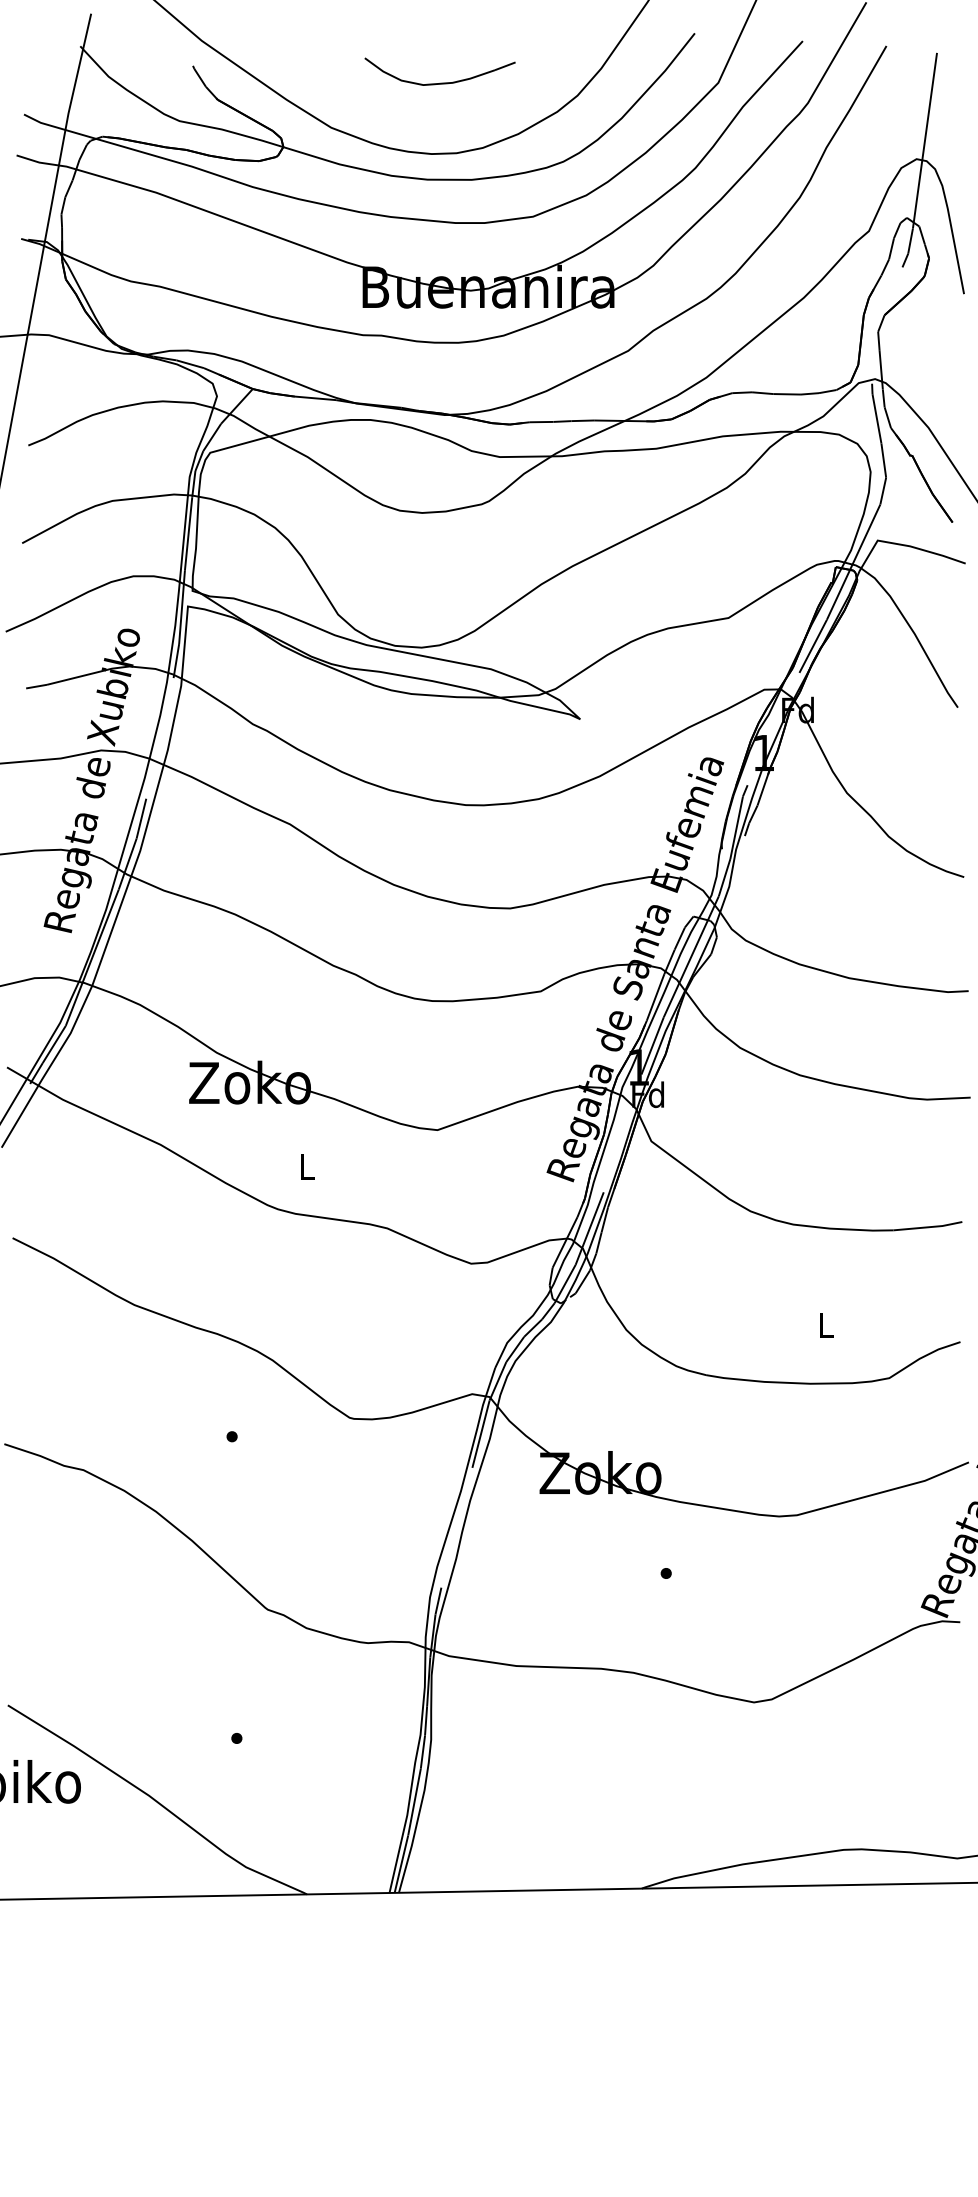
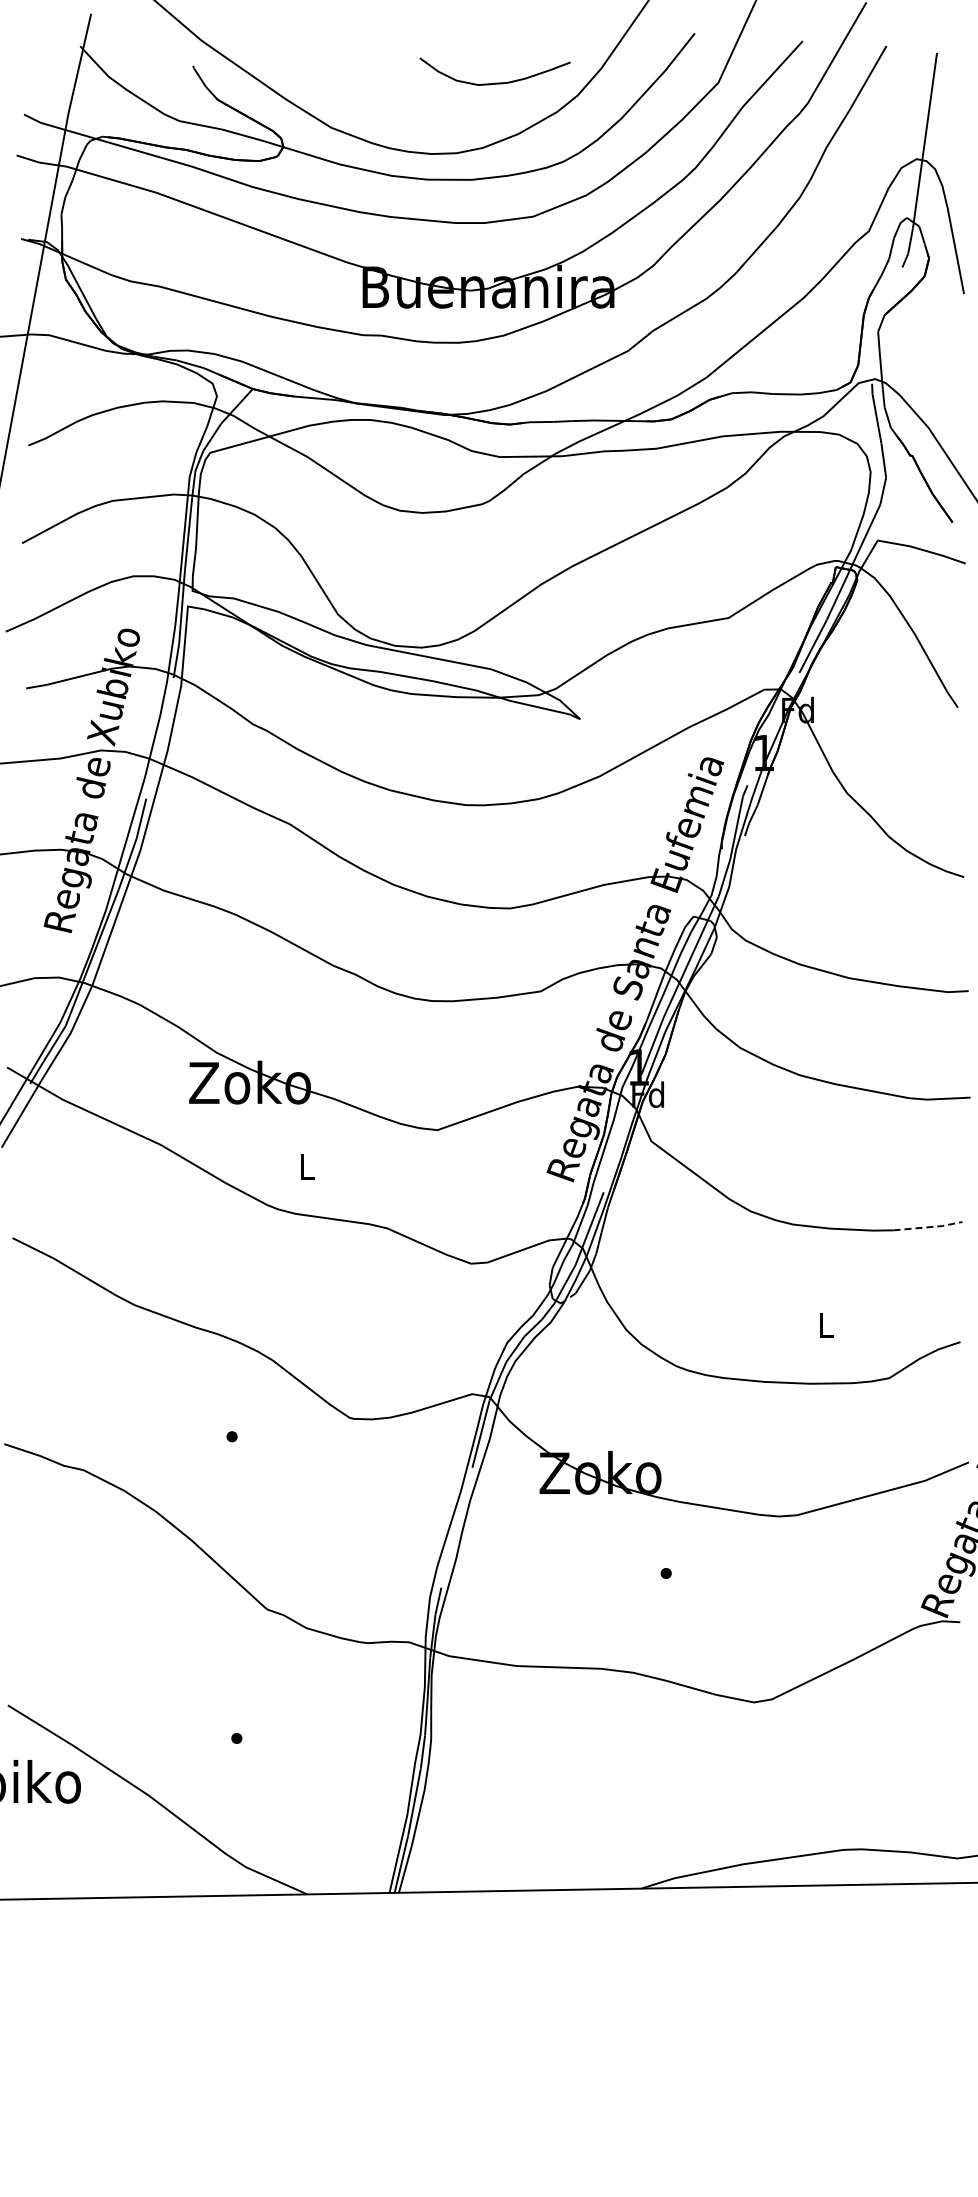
part at (440, 82) position: (440, 82) -> (495, 82)
line at (928, 1227): solid -> dashed
